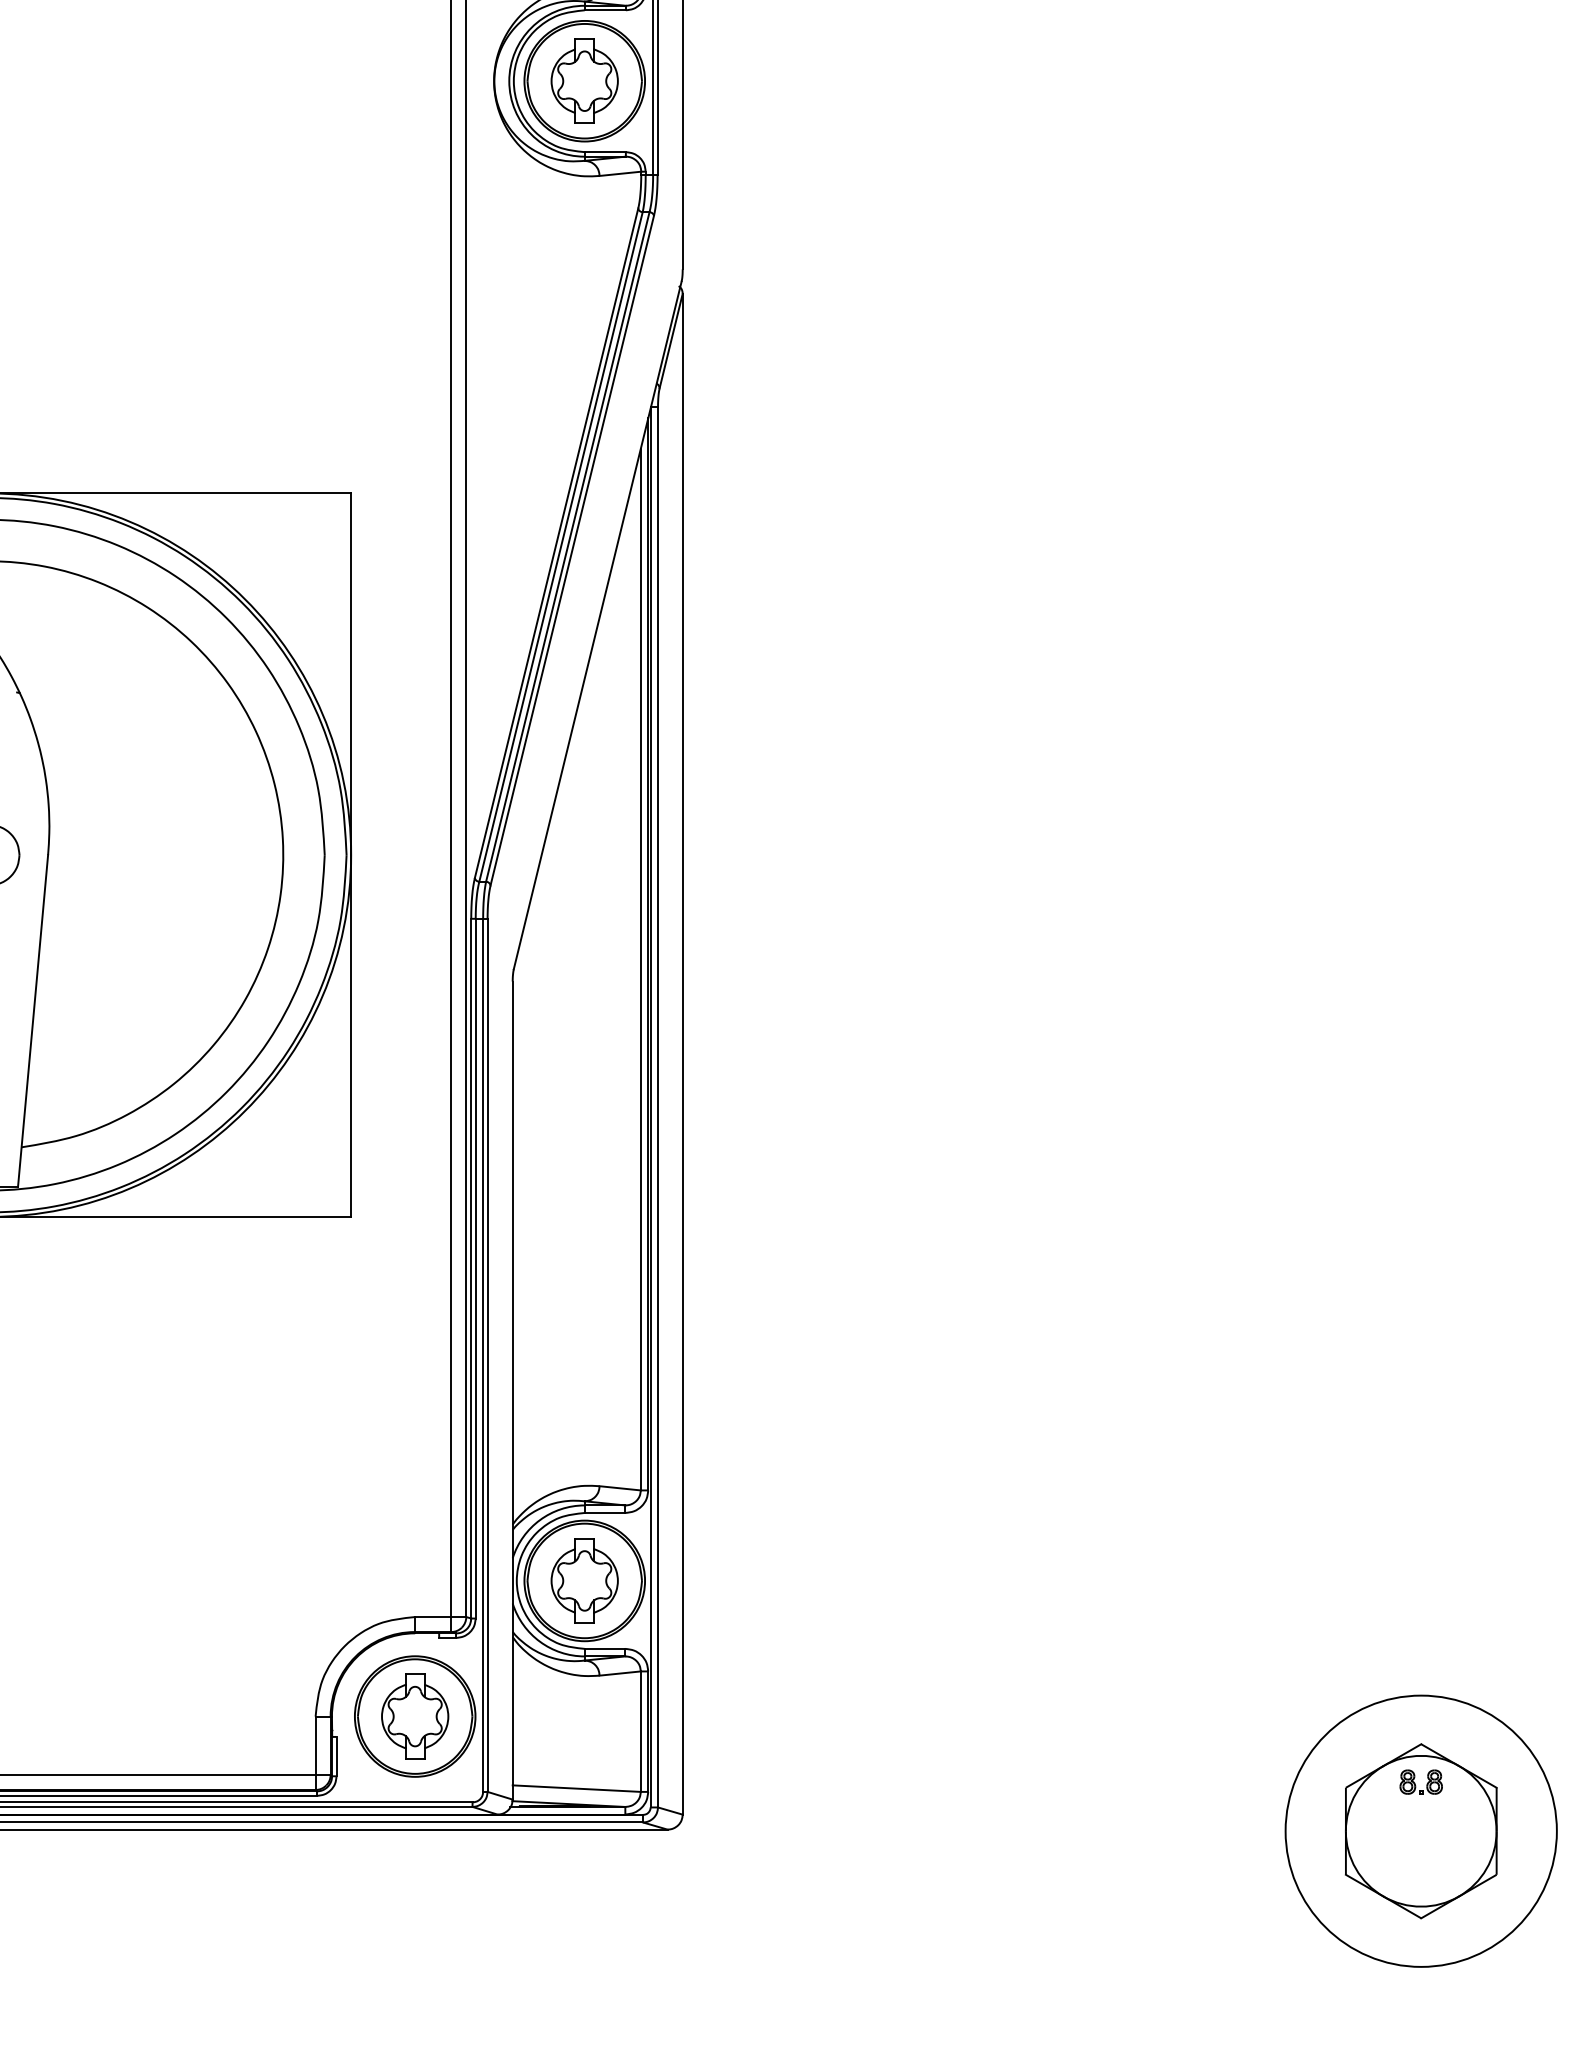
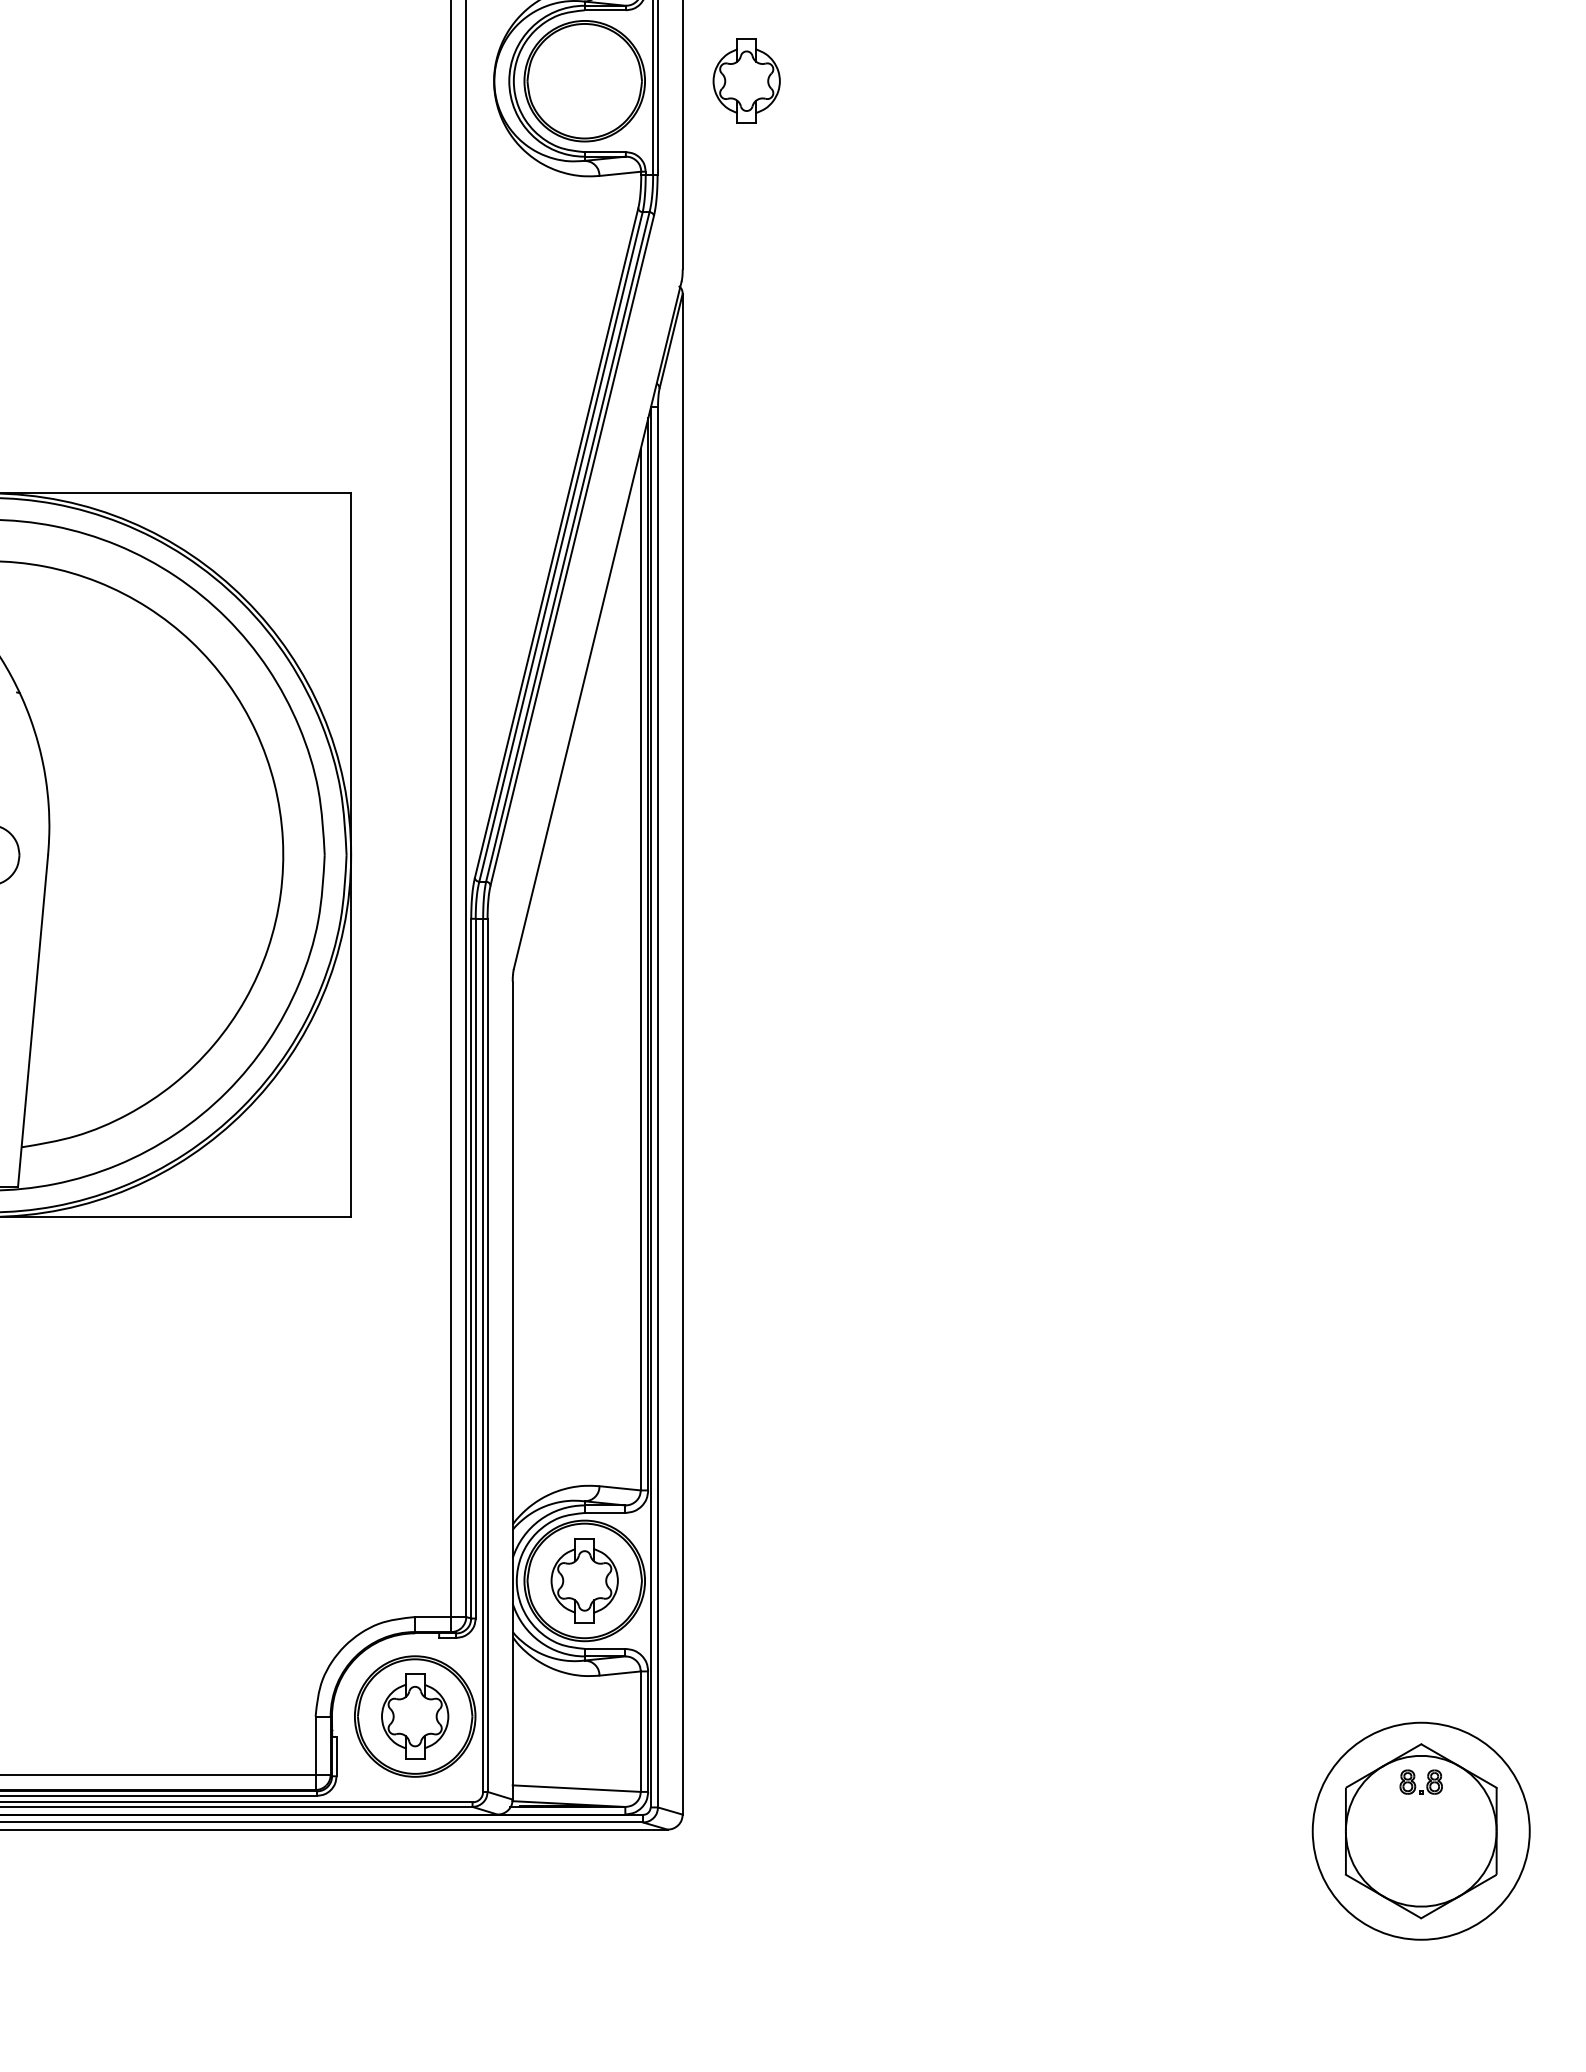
part at (584, 80) position: (584, 80) -> (746, 80)
circle at (1420, 1830) diameter: 271 px -> 217 px
